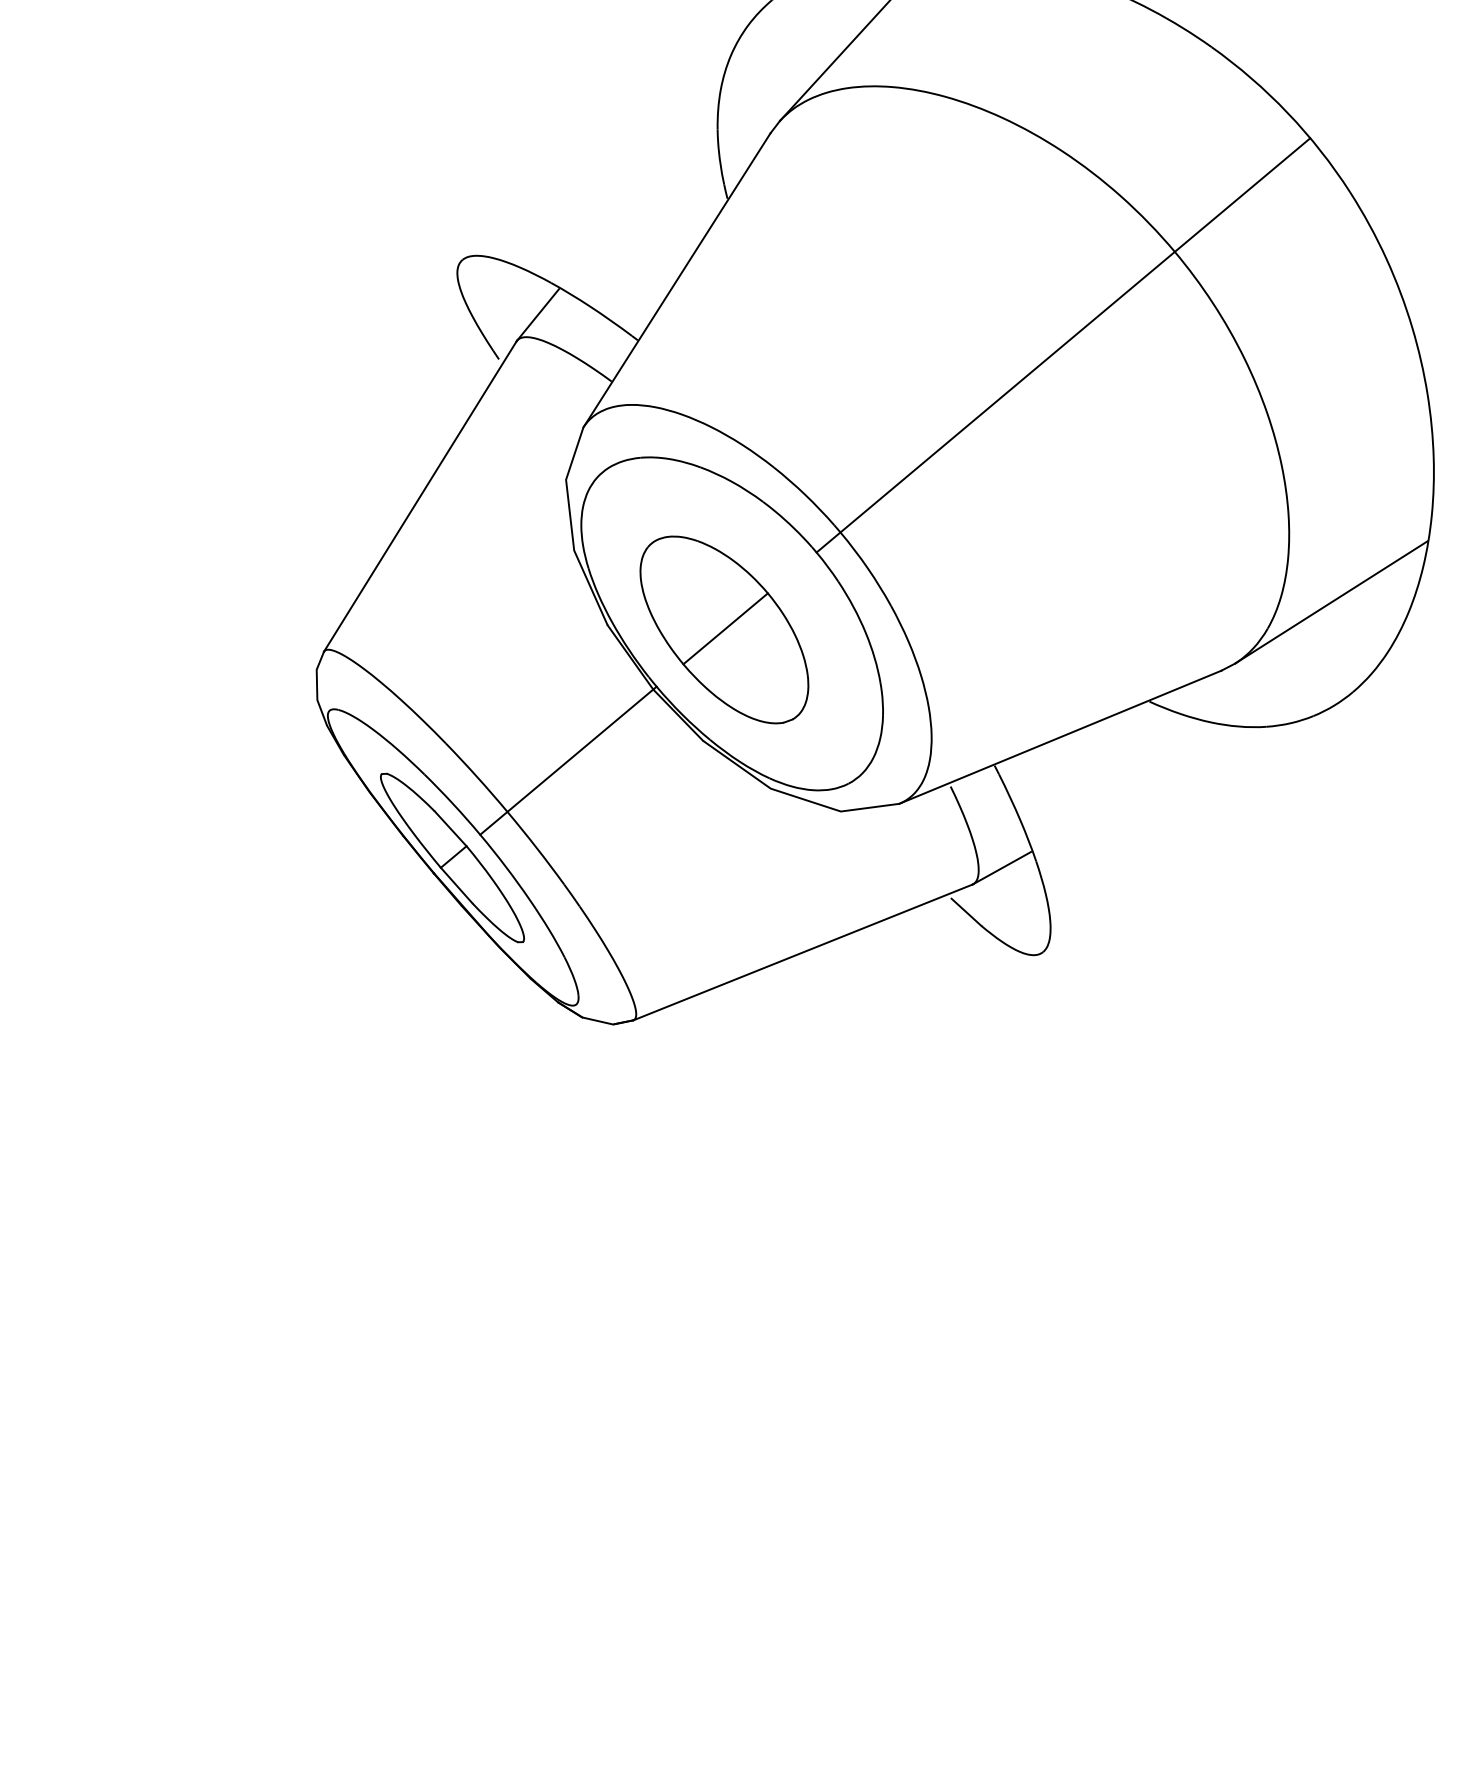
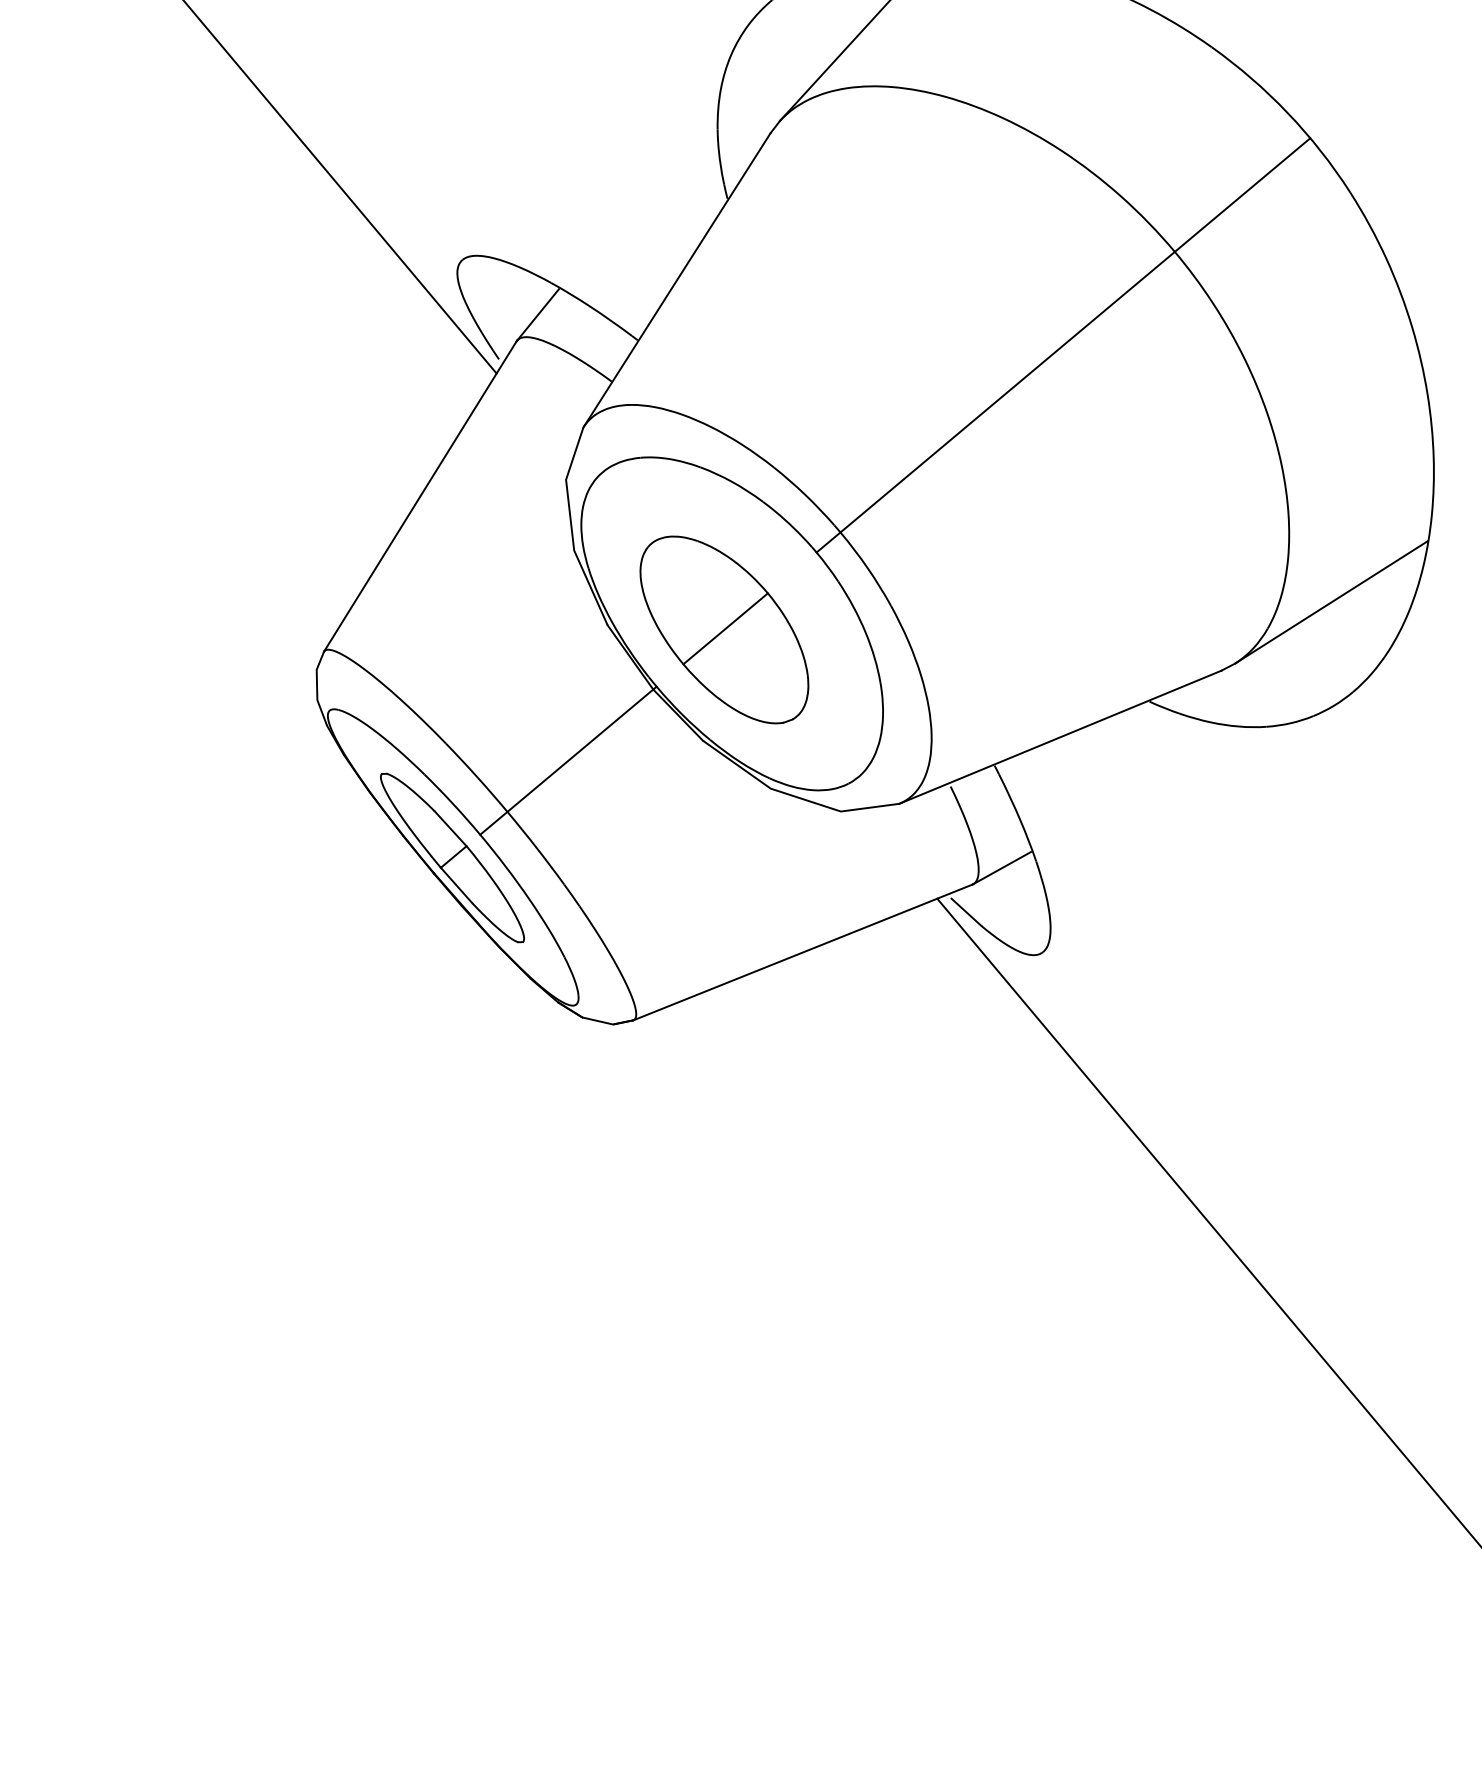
line at (340, 187): none -> present
line at (1207, 1221): none -> present
